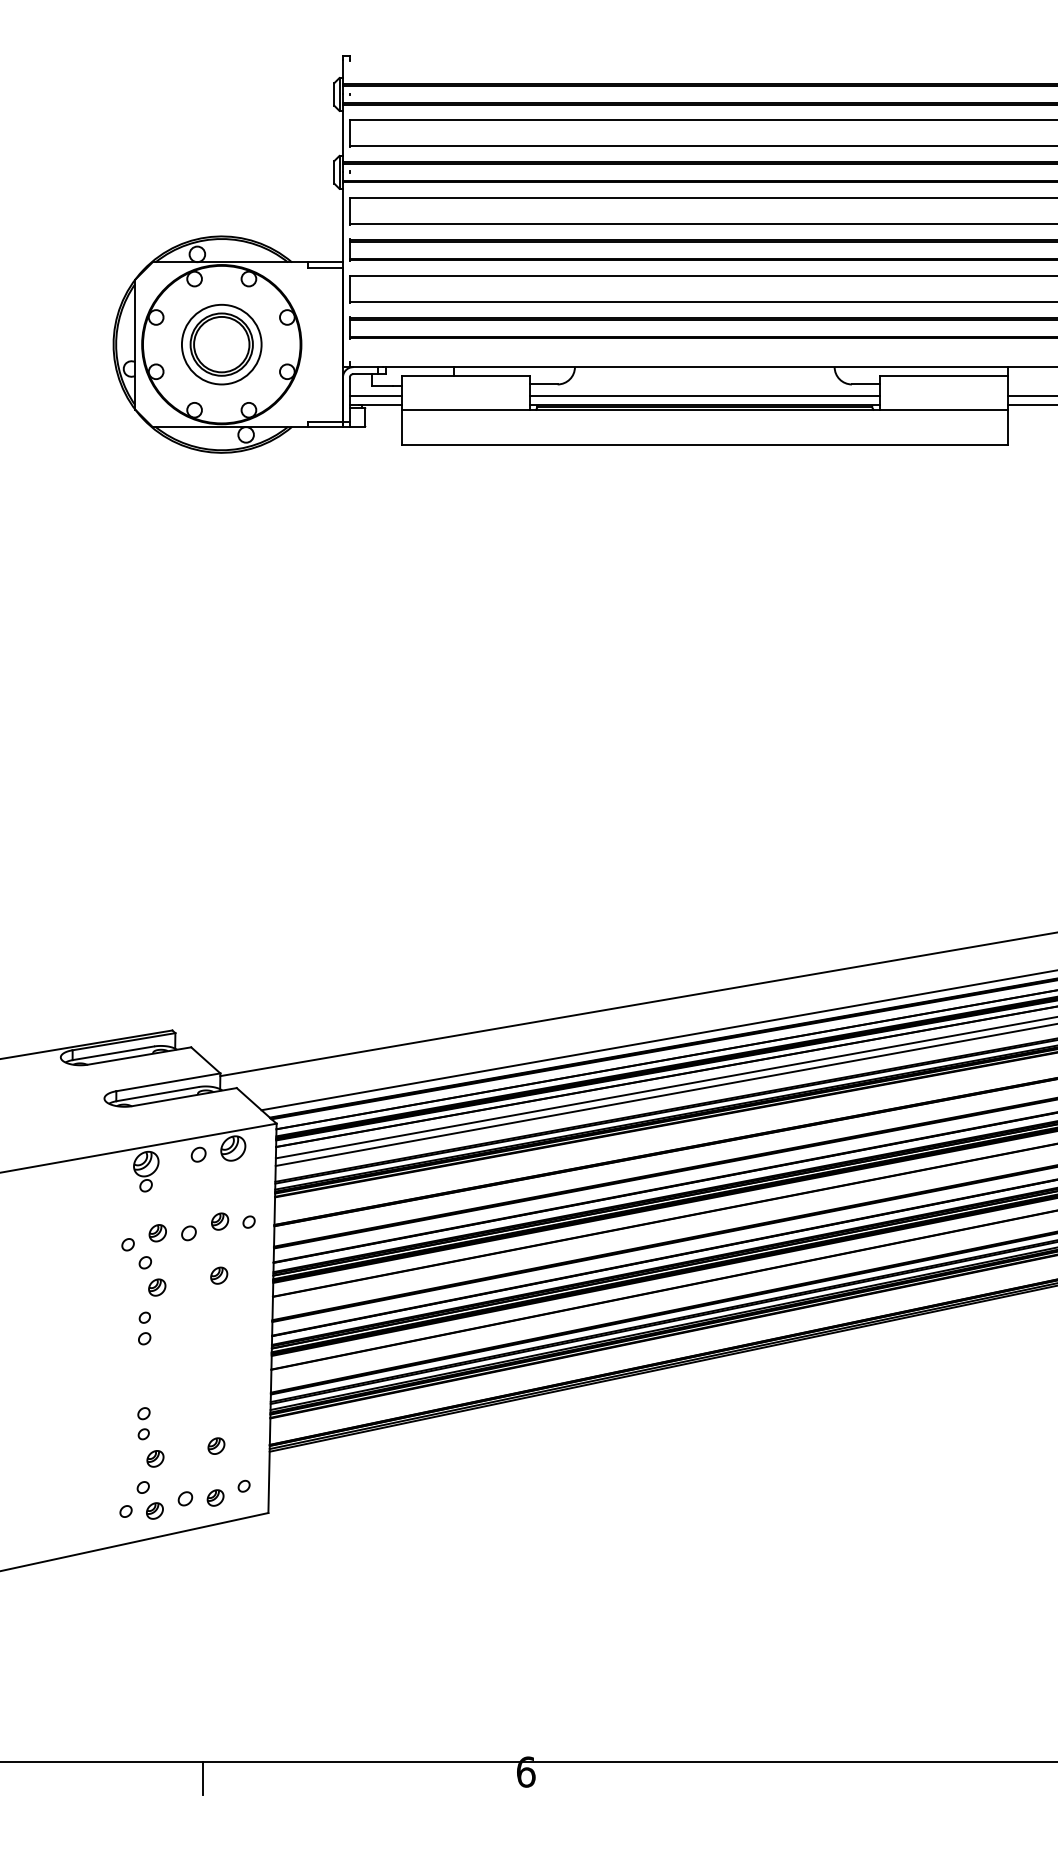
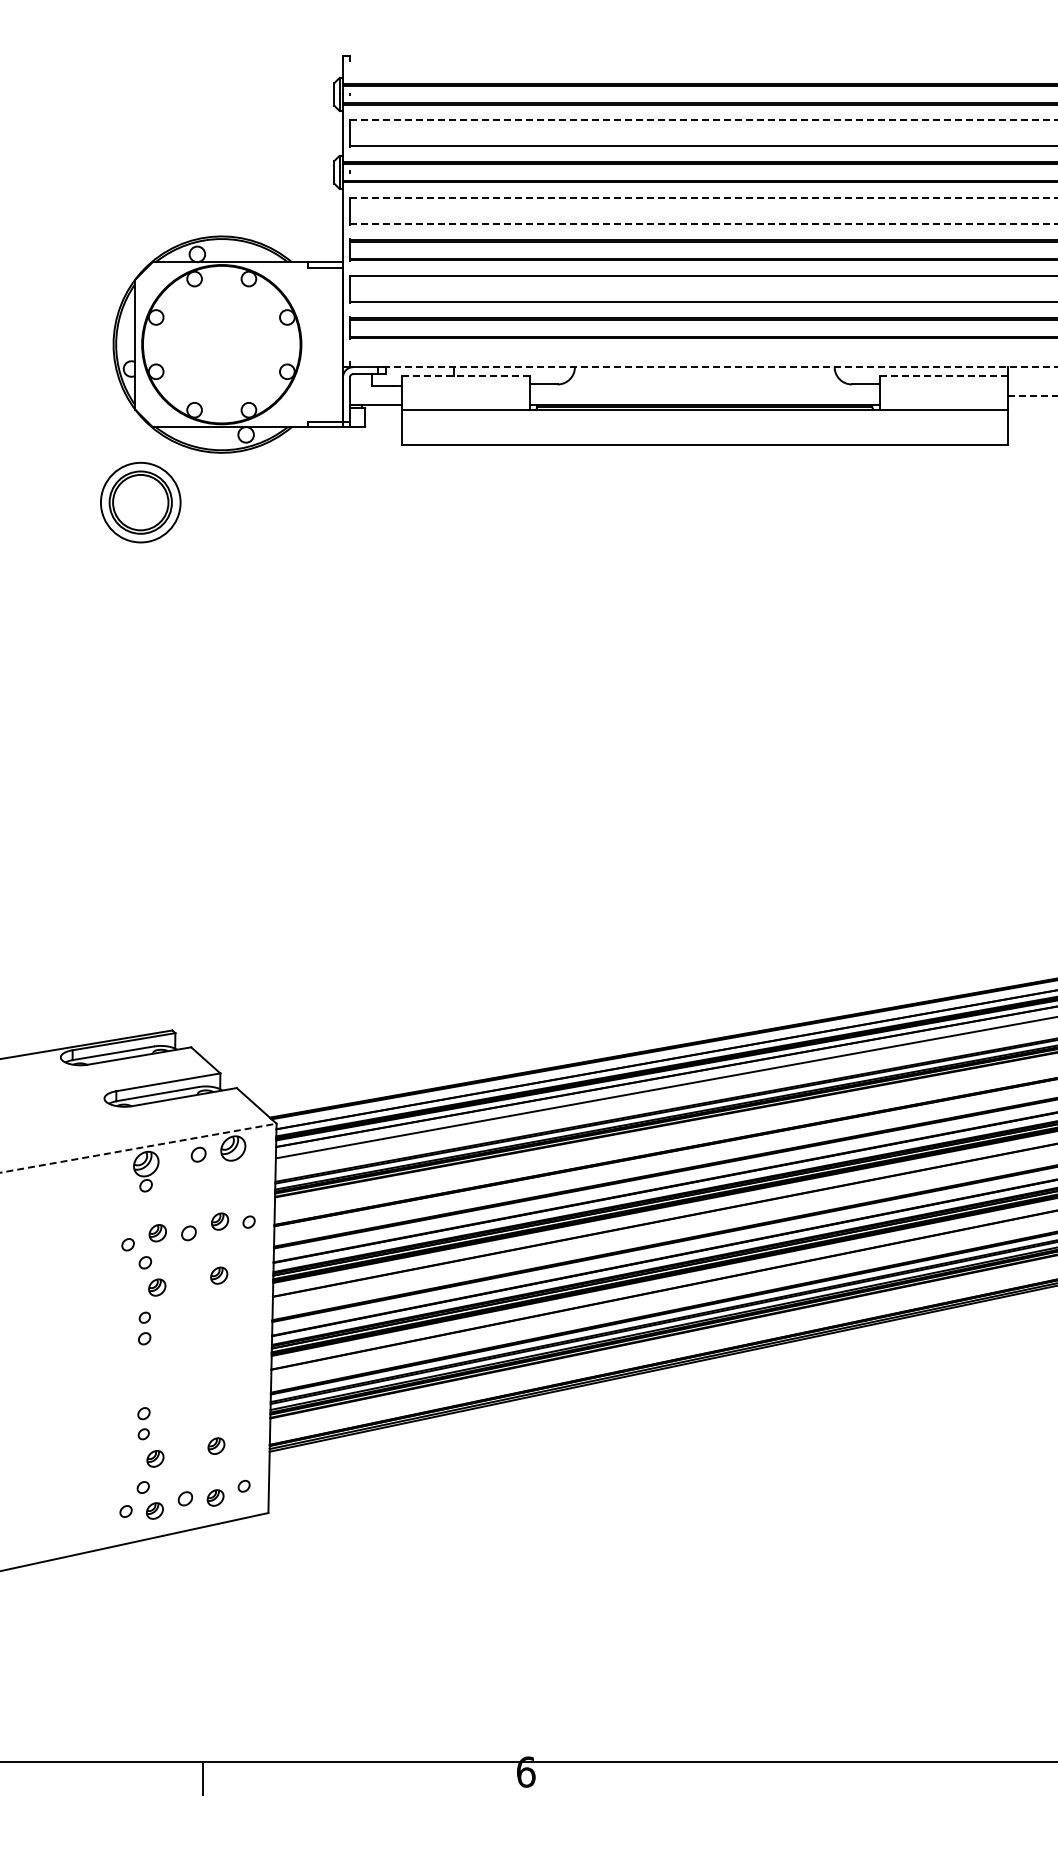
line at (703, 120): solid -> dashed
line at (703, 198): solid -> dashed
line at (703, 224): solid -> dashed
part at (221, 344) position: (221, 344) -> (140, 502)
line at (720, 367): solid -> dashed
line at (466, 375): solid -> dashed
line at (944, 375): solid -> dashed
line at (375, 395): present -> none
line at (704, 395): present -> none
line at (1032, 395): solid -> dashed
line at (1030, 405): present -> none
line at (637, 1004): present -> none
line at (657, 1040): present -> none
line at (664, 1094): present -> none
line at (138, 1148): solid -> dashed
